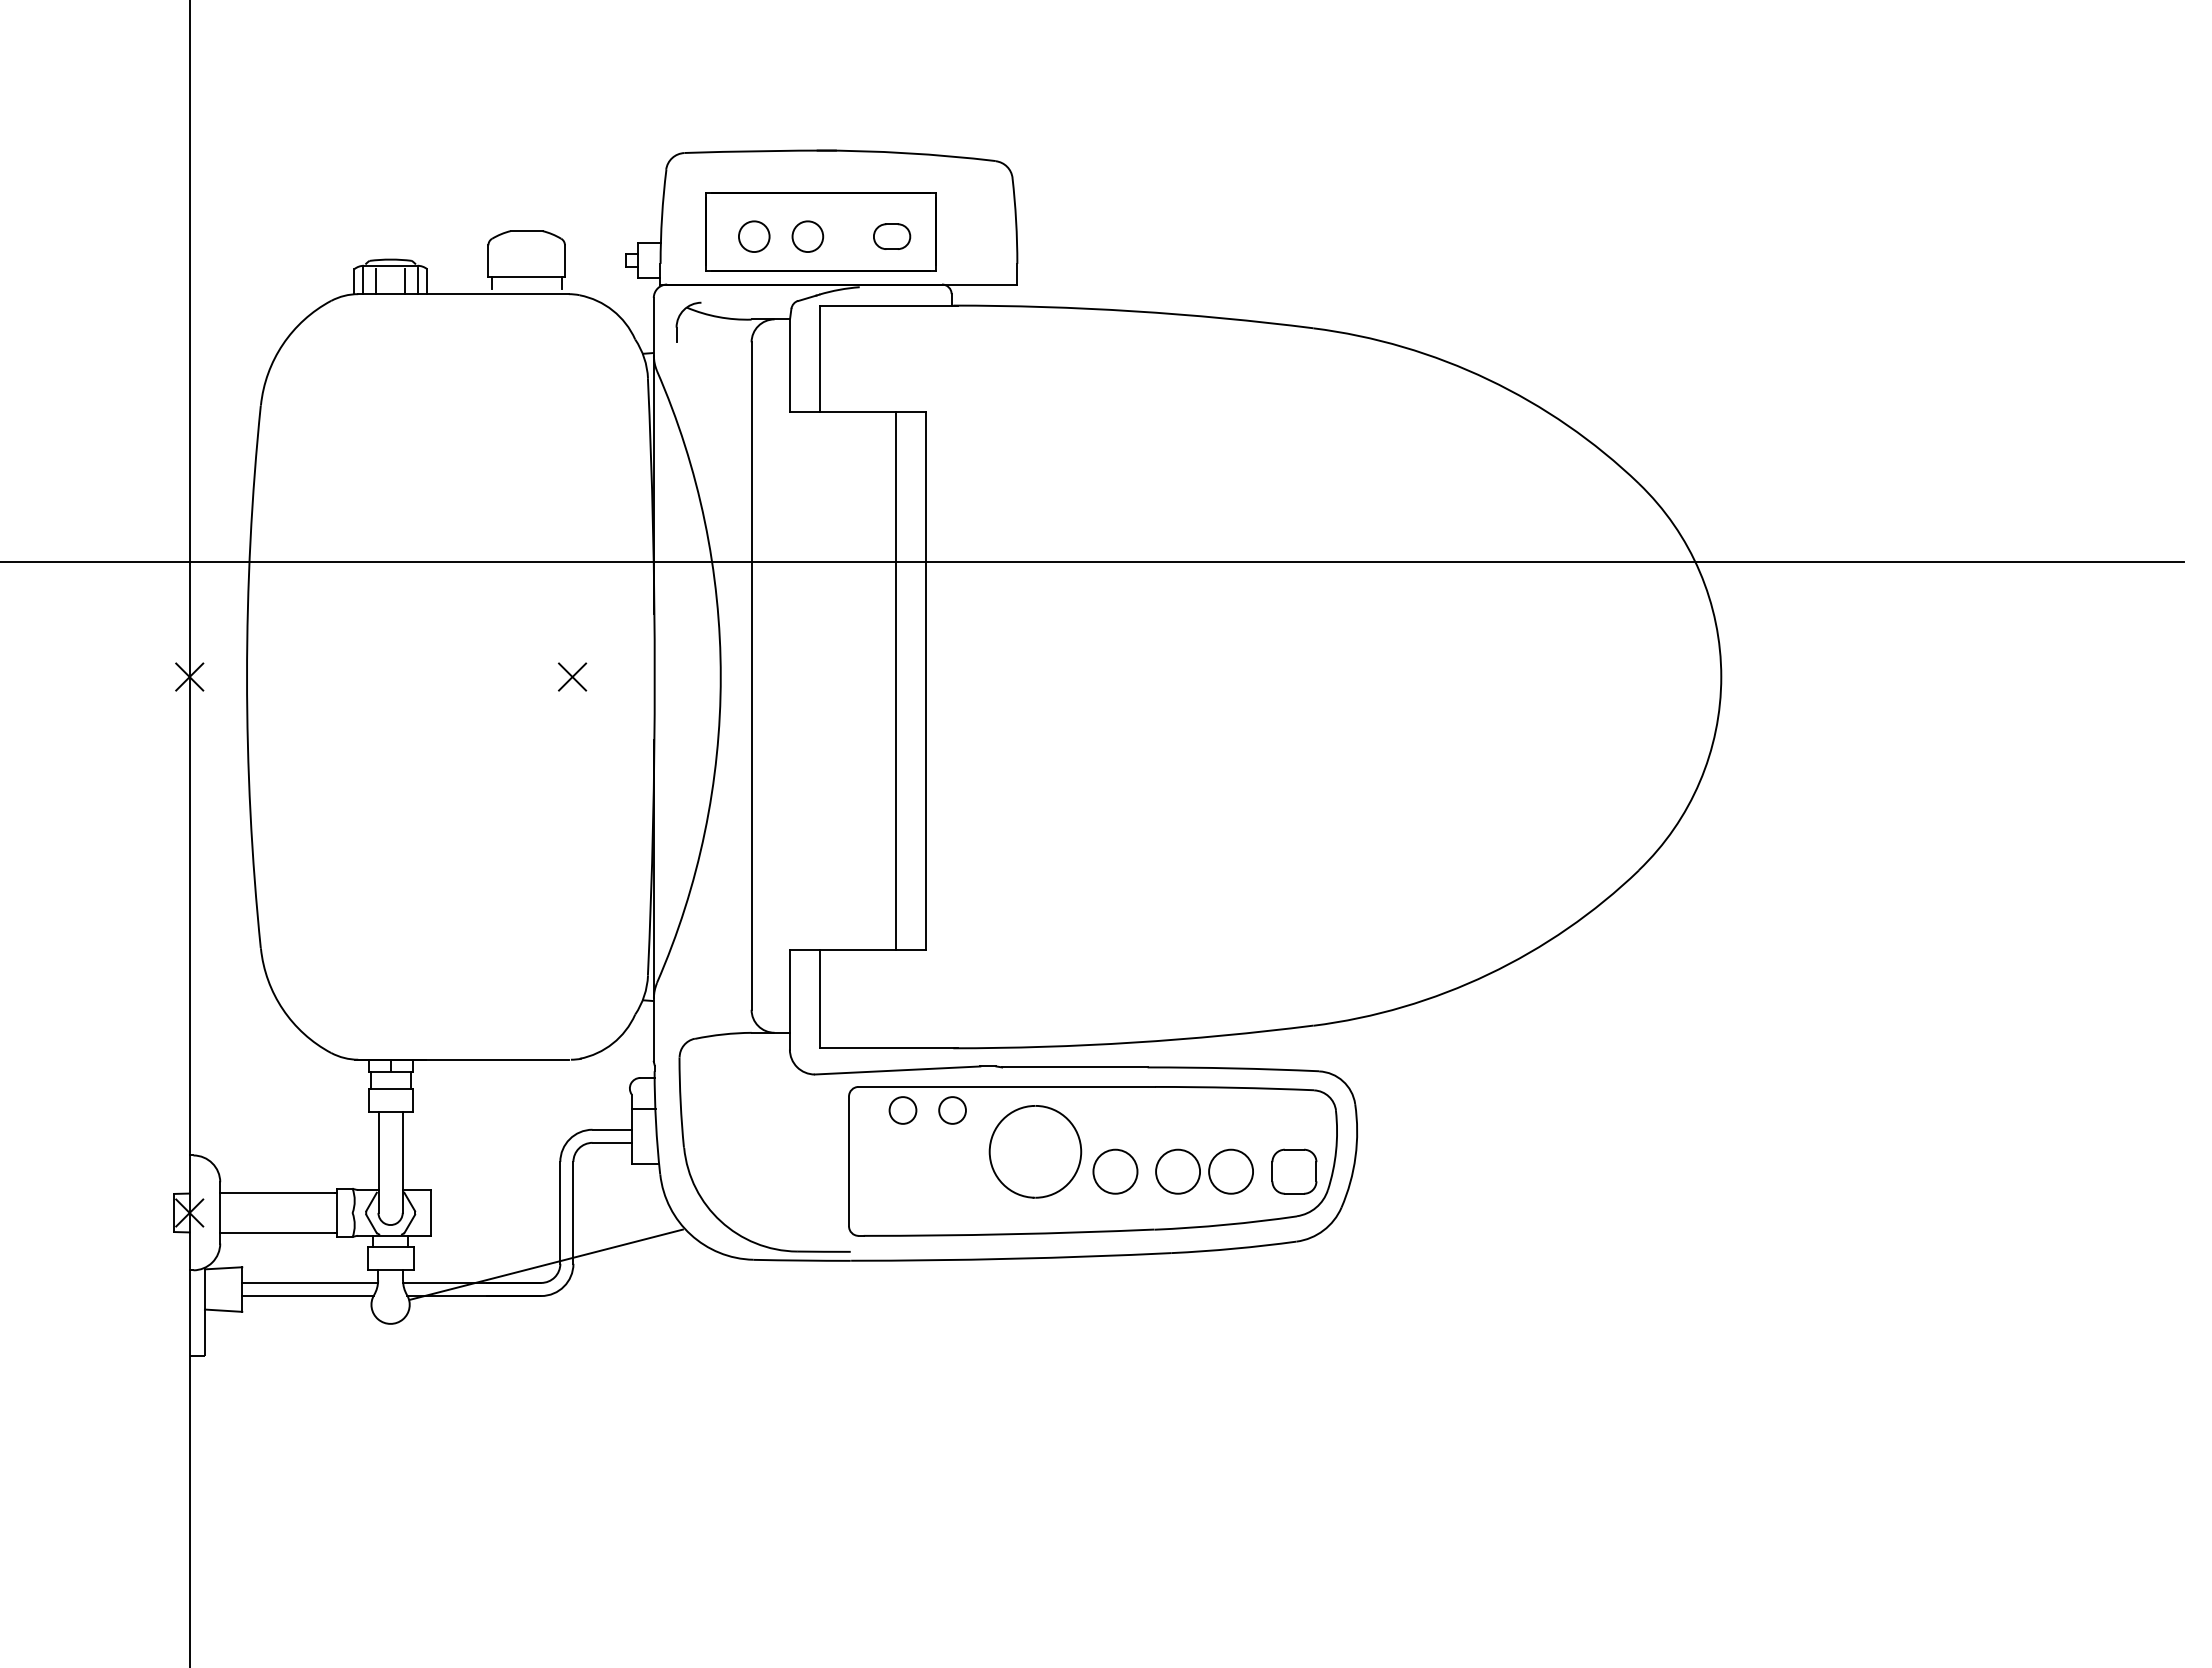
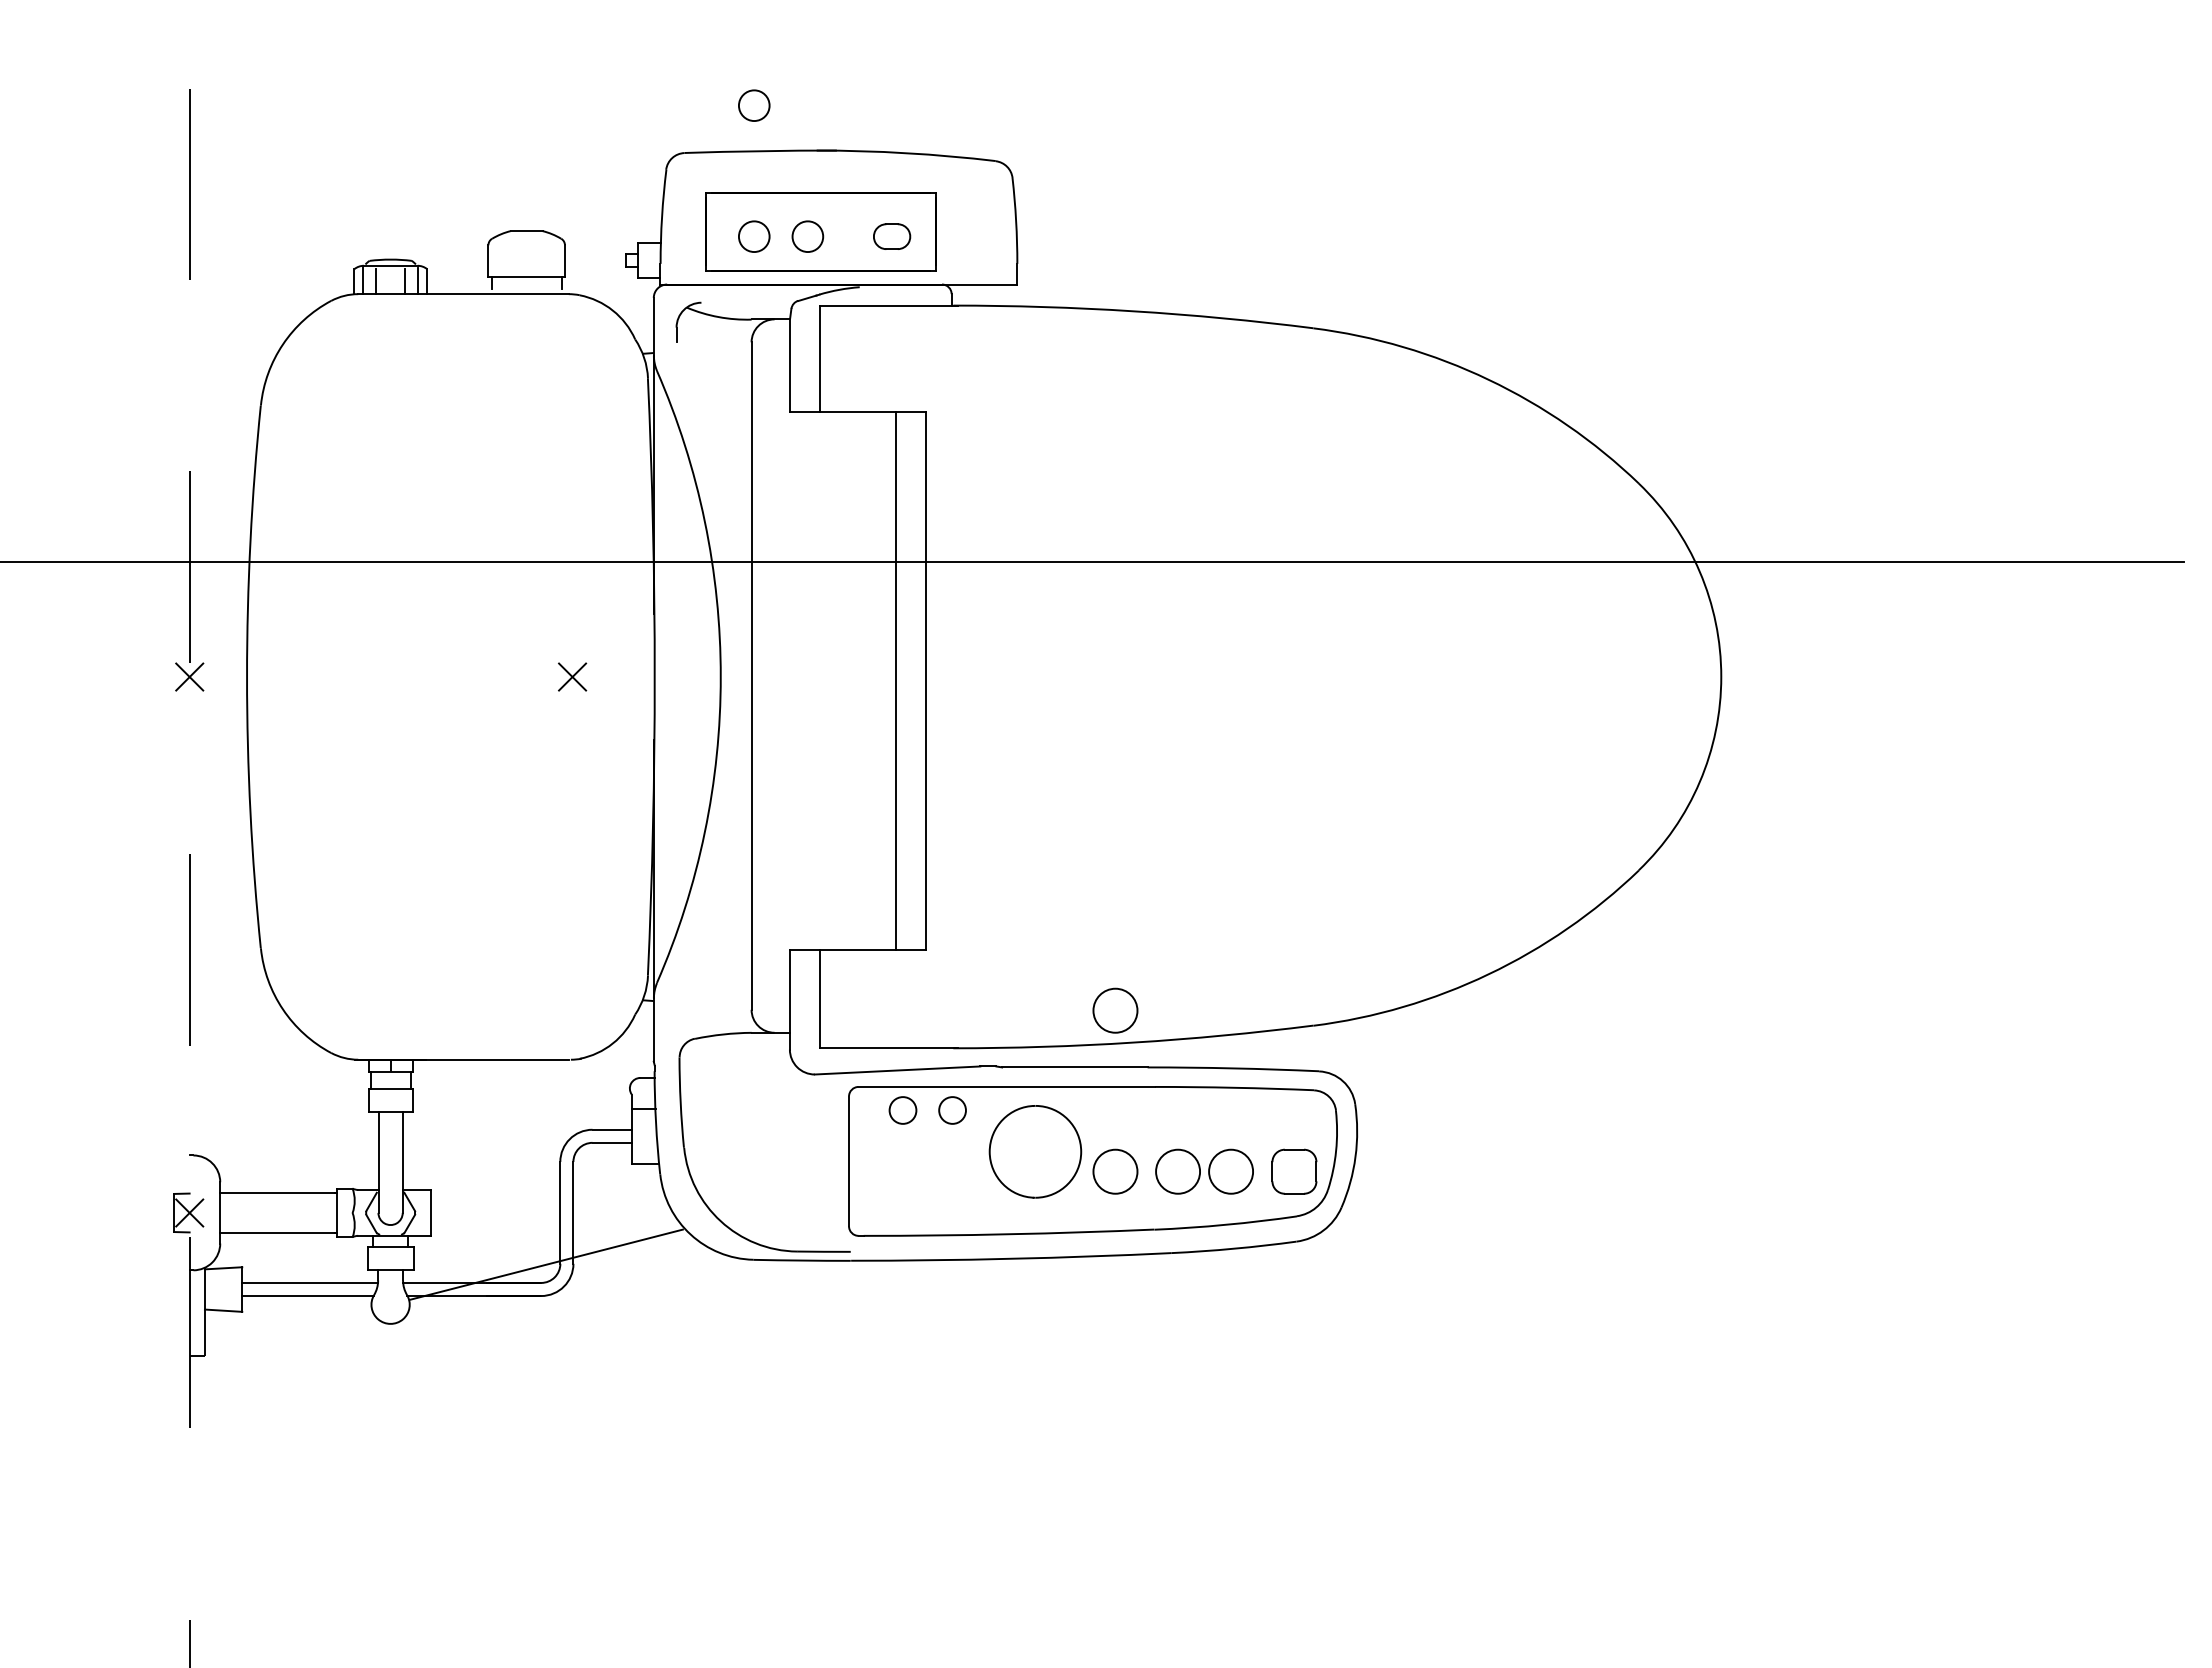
part at (754, 105): none -> present
line at (189, 833): solid -> dashed
part at (1115, 1010): none -> present
